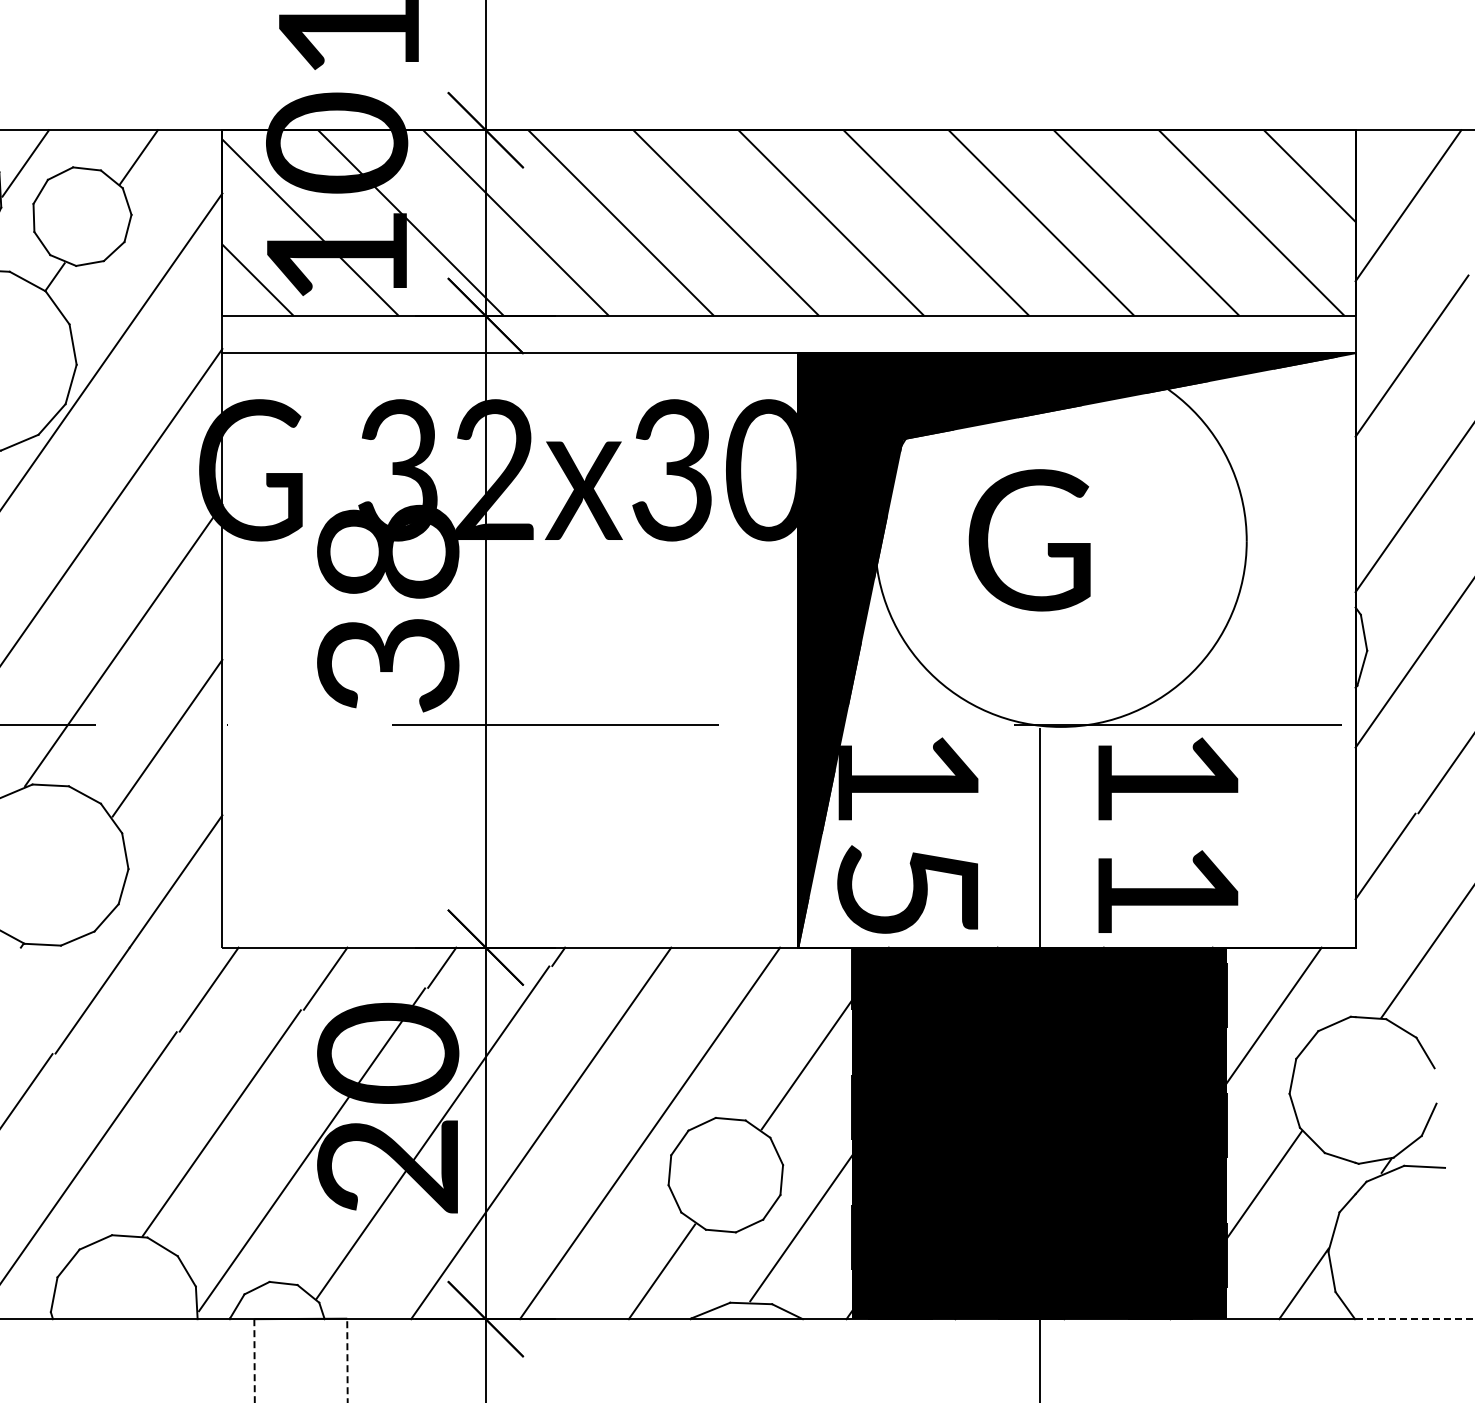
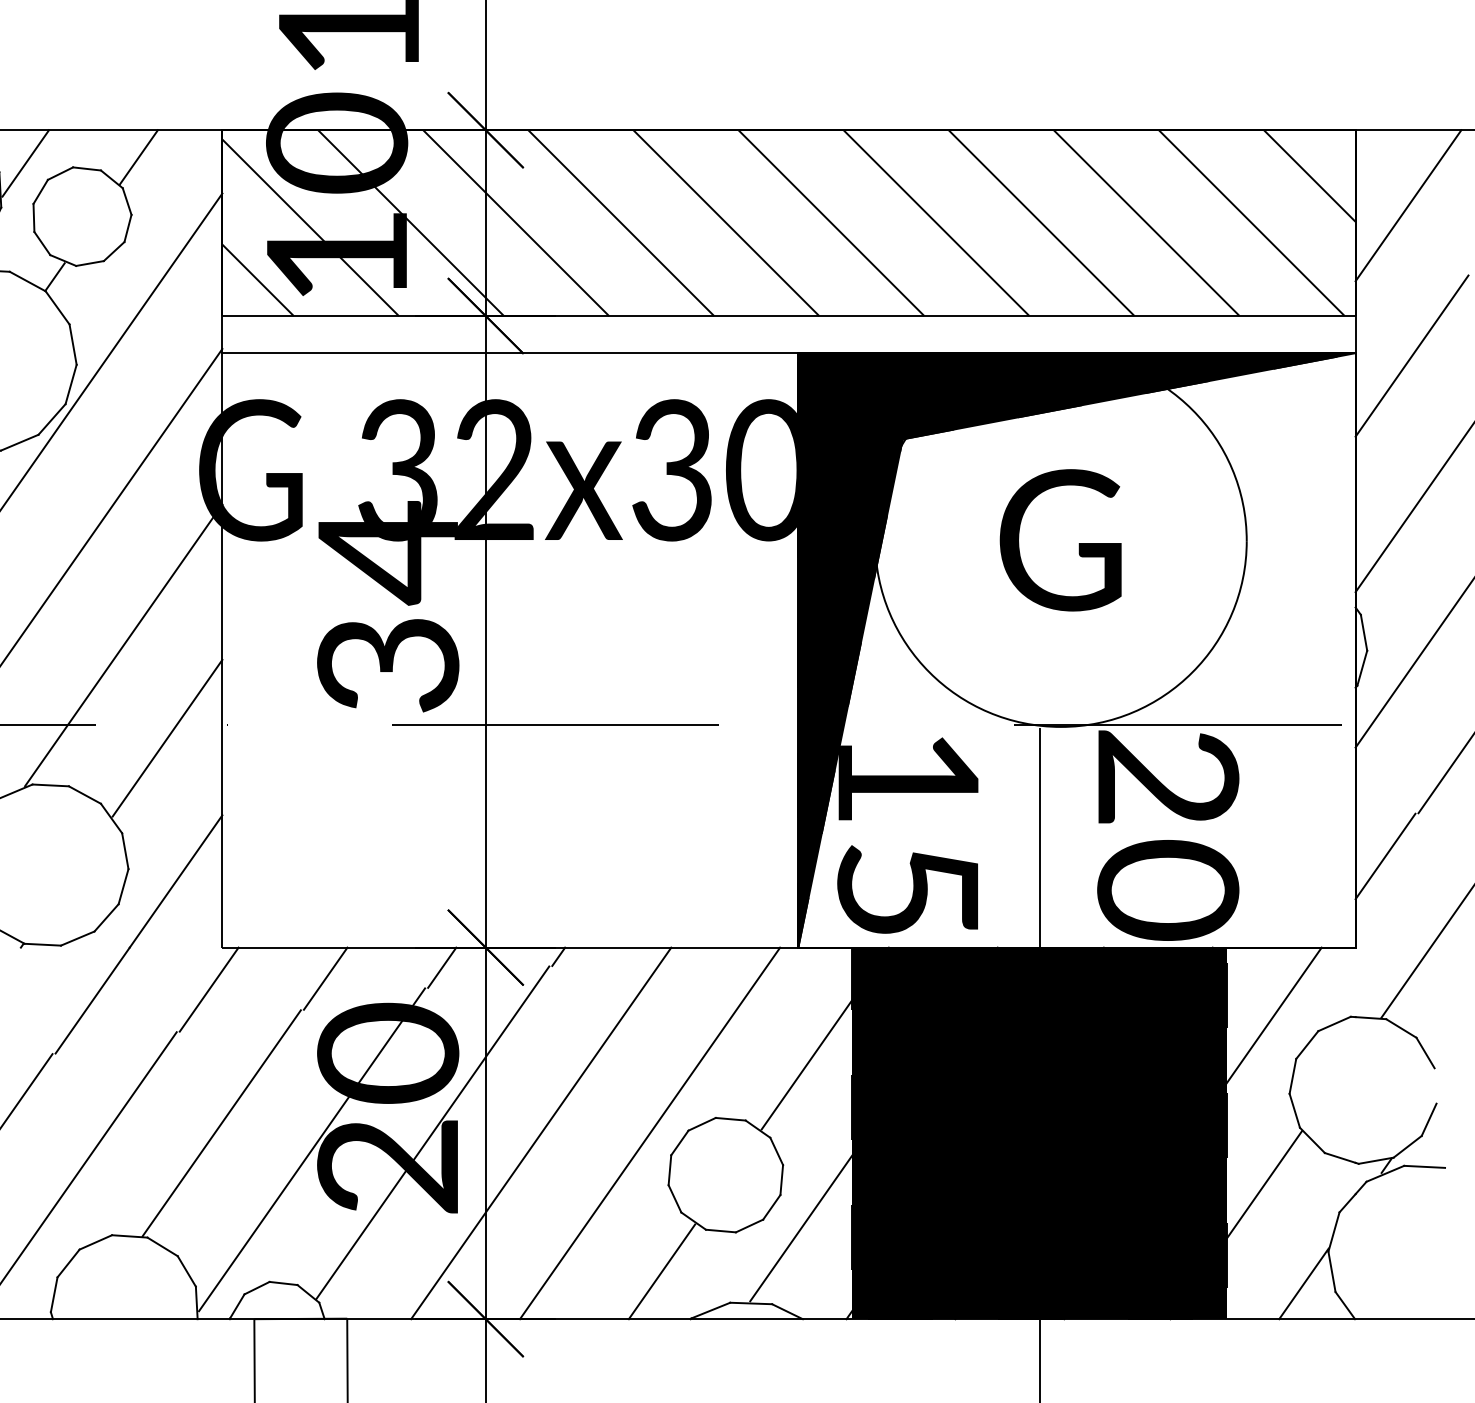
text at (1029, 540) position: (1029, 540) -> (1060, 540)
text at (388, 553): 38 -> 34
text at (1168, 835): 11 -> 20
line at (1415, 1319): dashed -> solid
line at (347, 1360): dashed -> solid
line at (254, 1361): dashed -> solid
